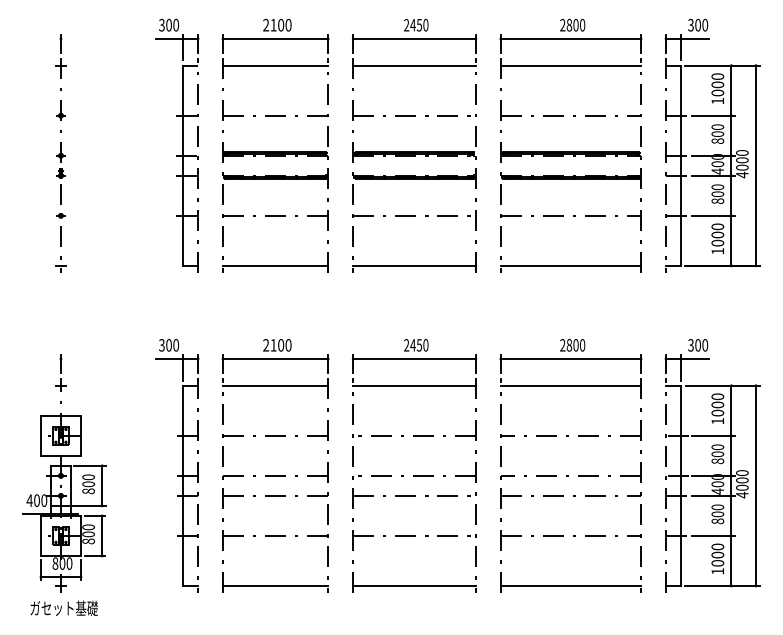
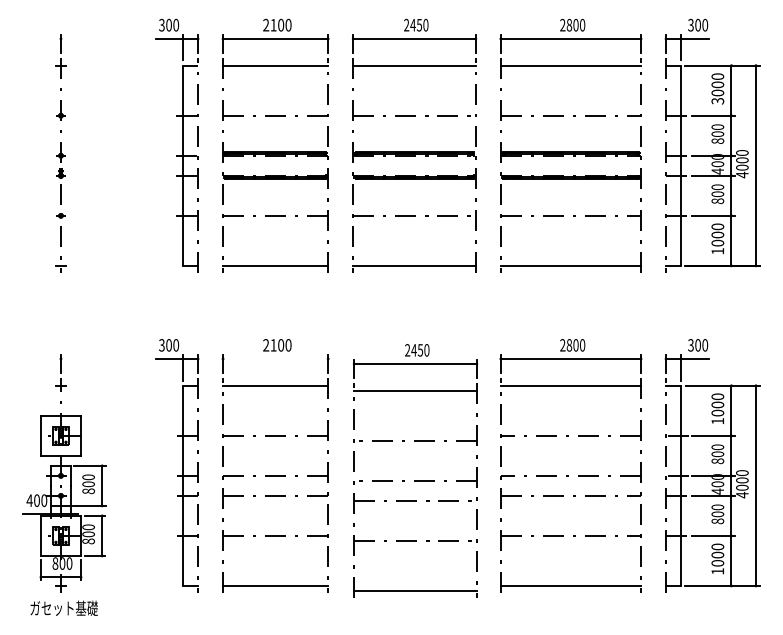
text at (717, 101): 1000 -> 3000
line at (275, 358): present -> none
part at (414, 475) position: (414, 475) -> (415, 480)
